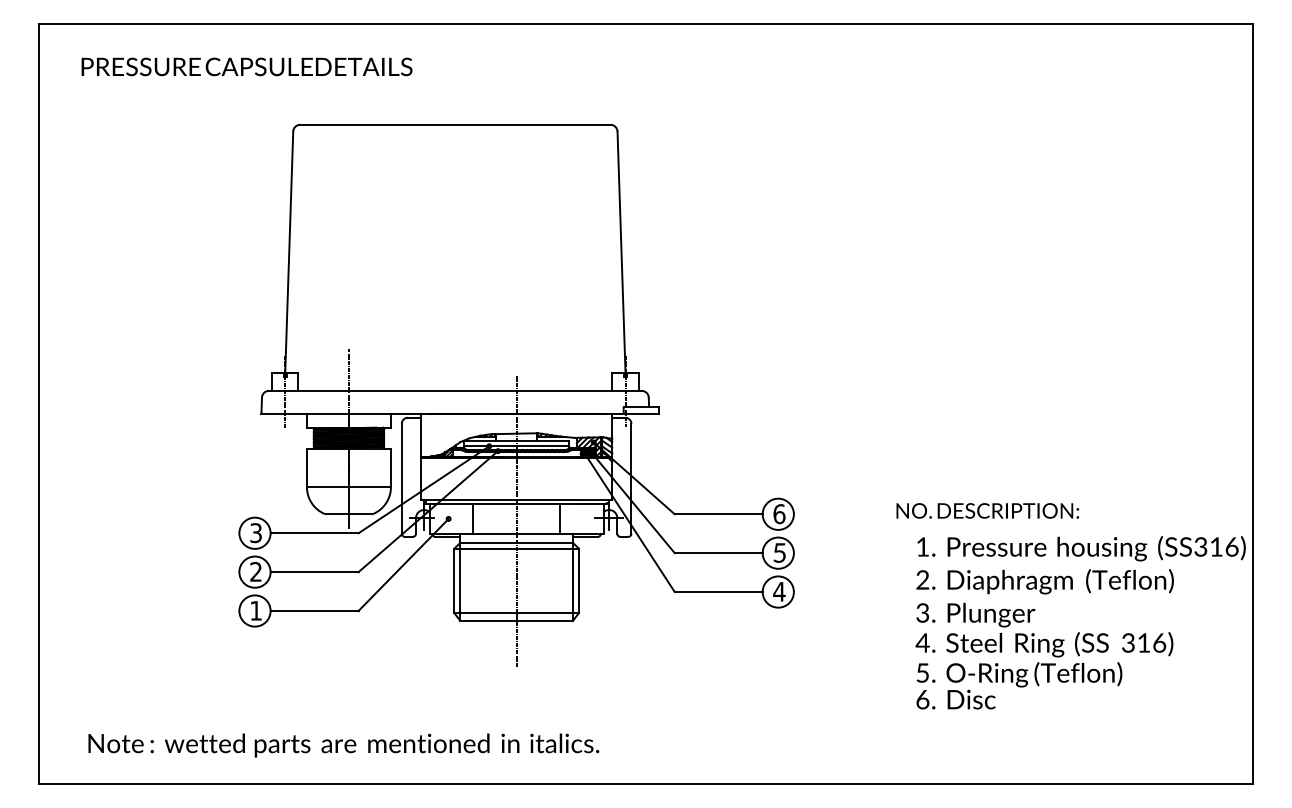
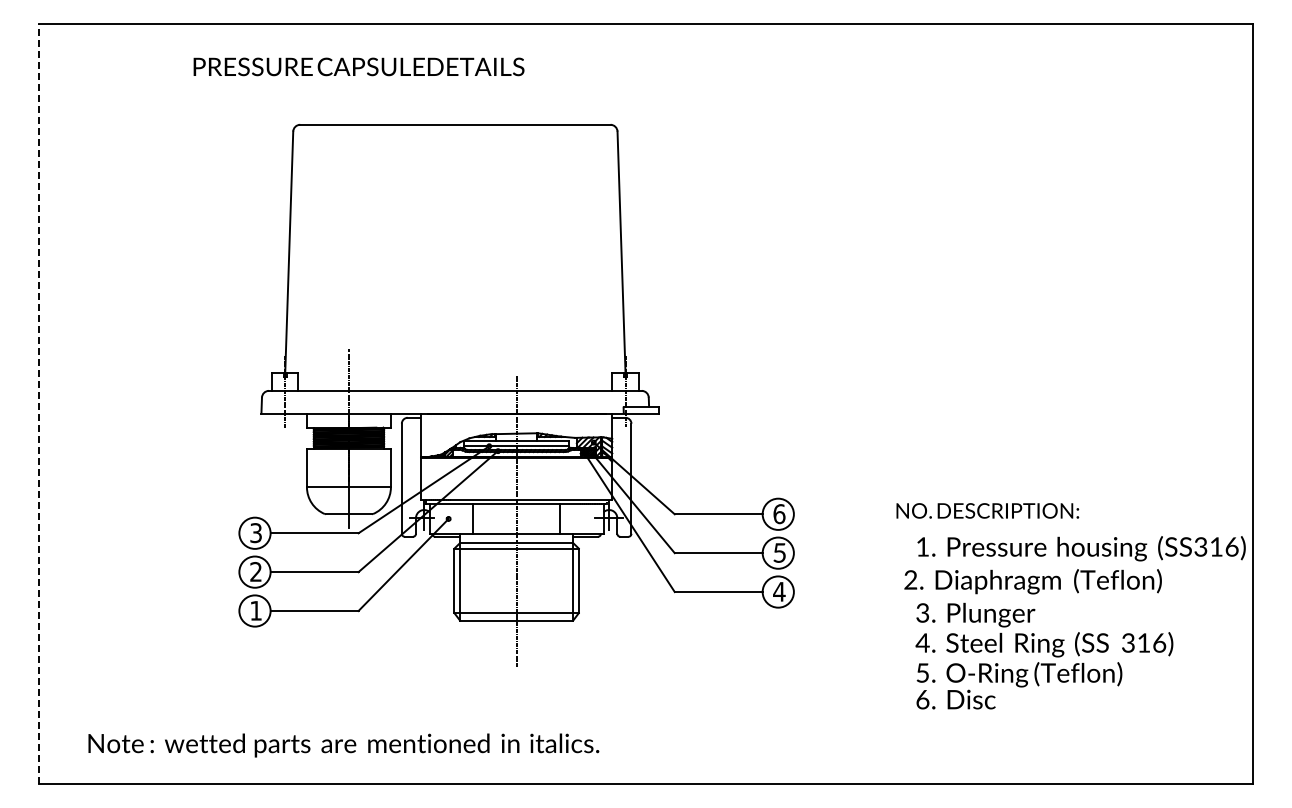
text at (246, 66) position: (246, 66) -> (358, 66)
line at (38, 403): solid -> dashed
text at (1044, 581) position: (1044, 581) -> (1032, 581)
